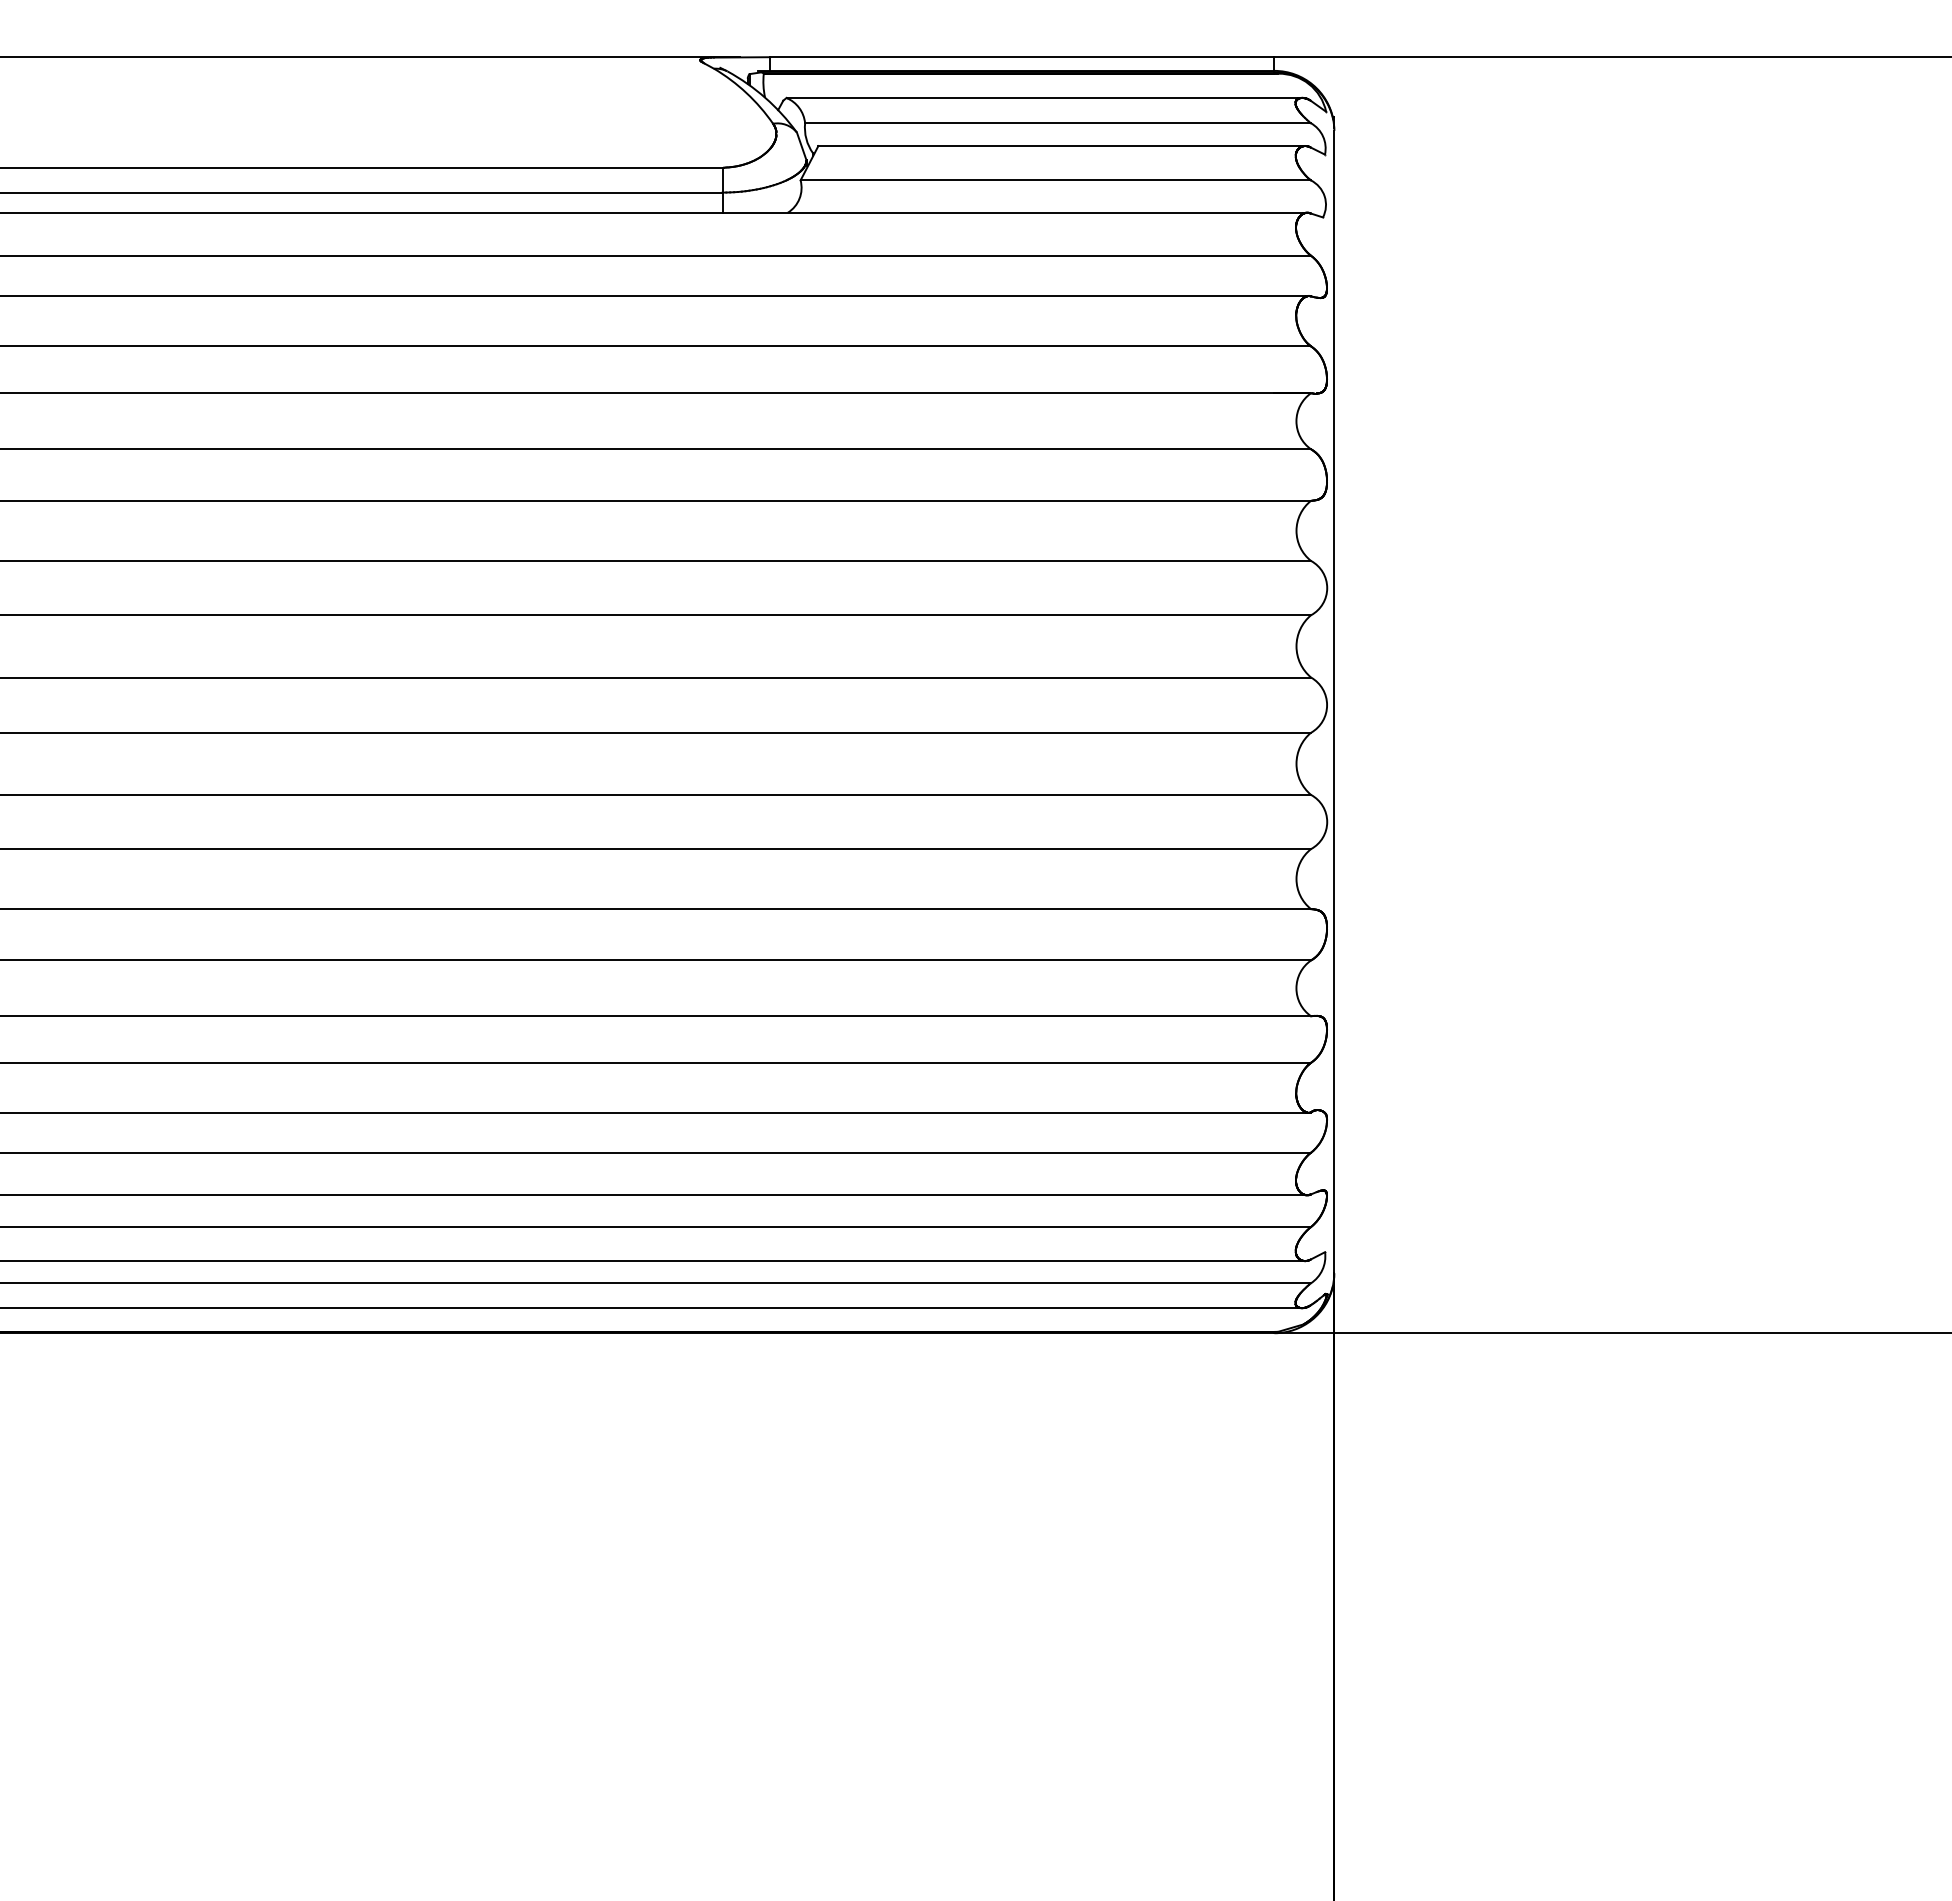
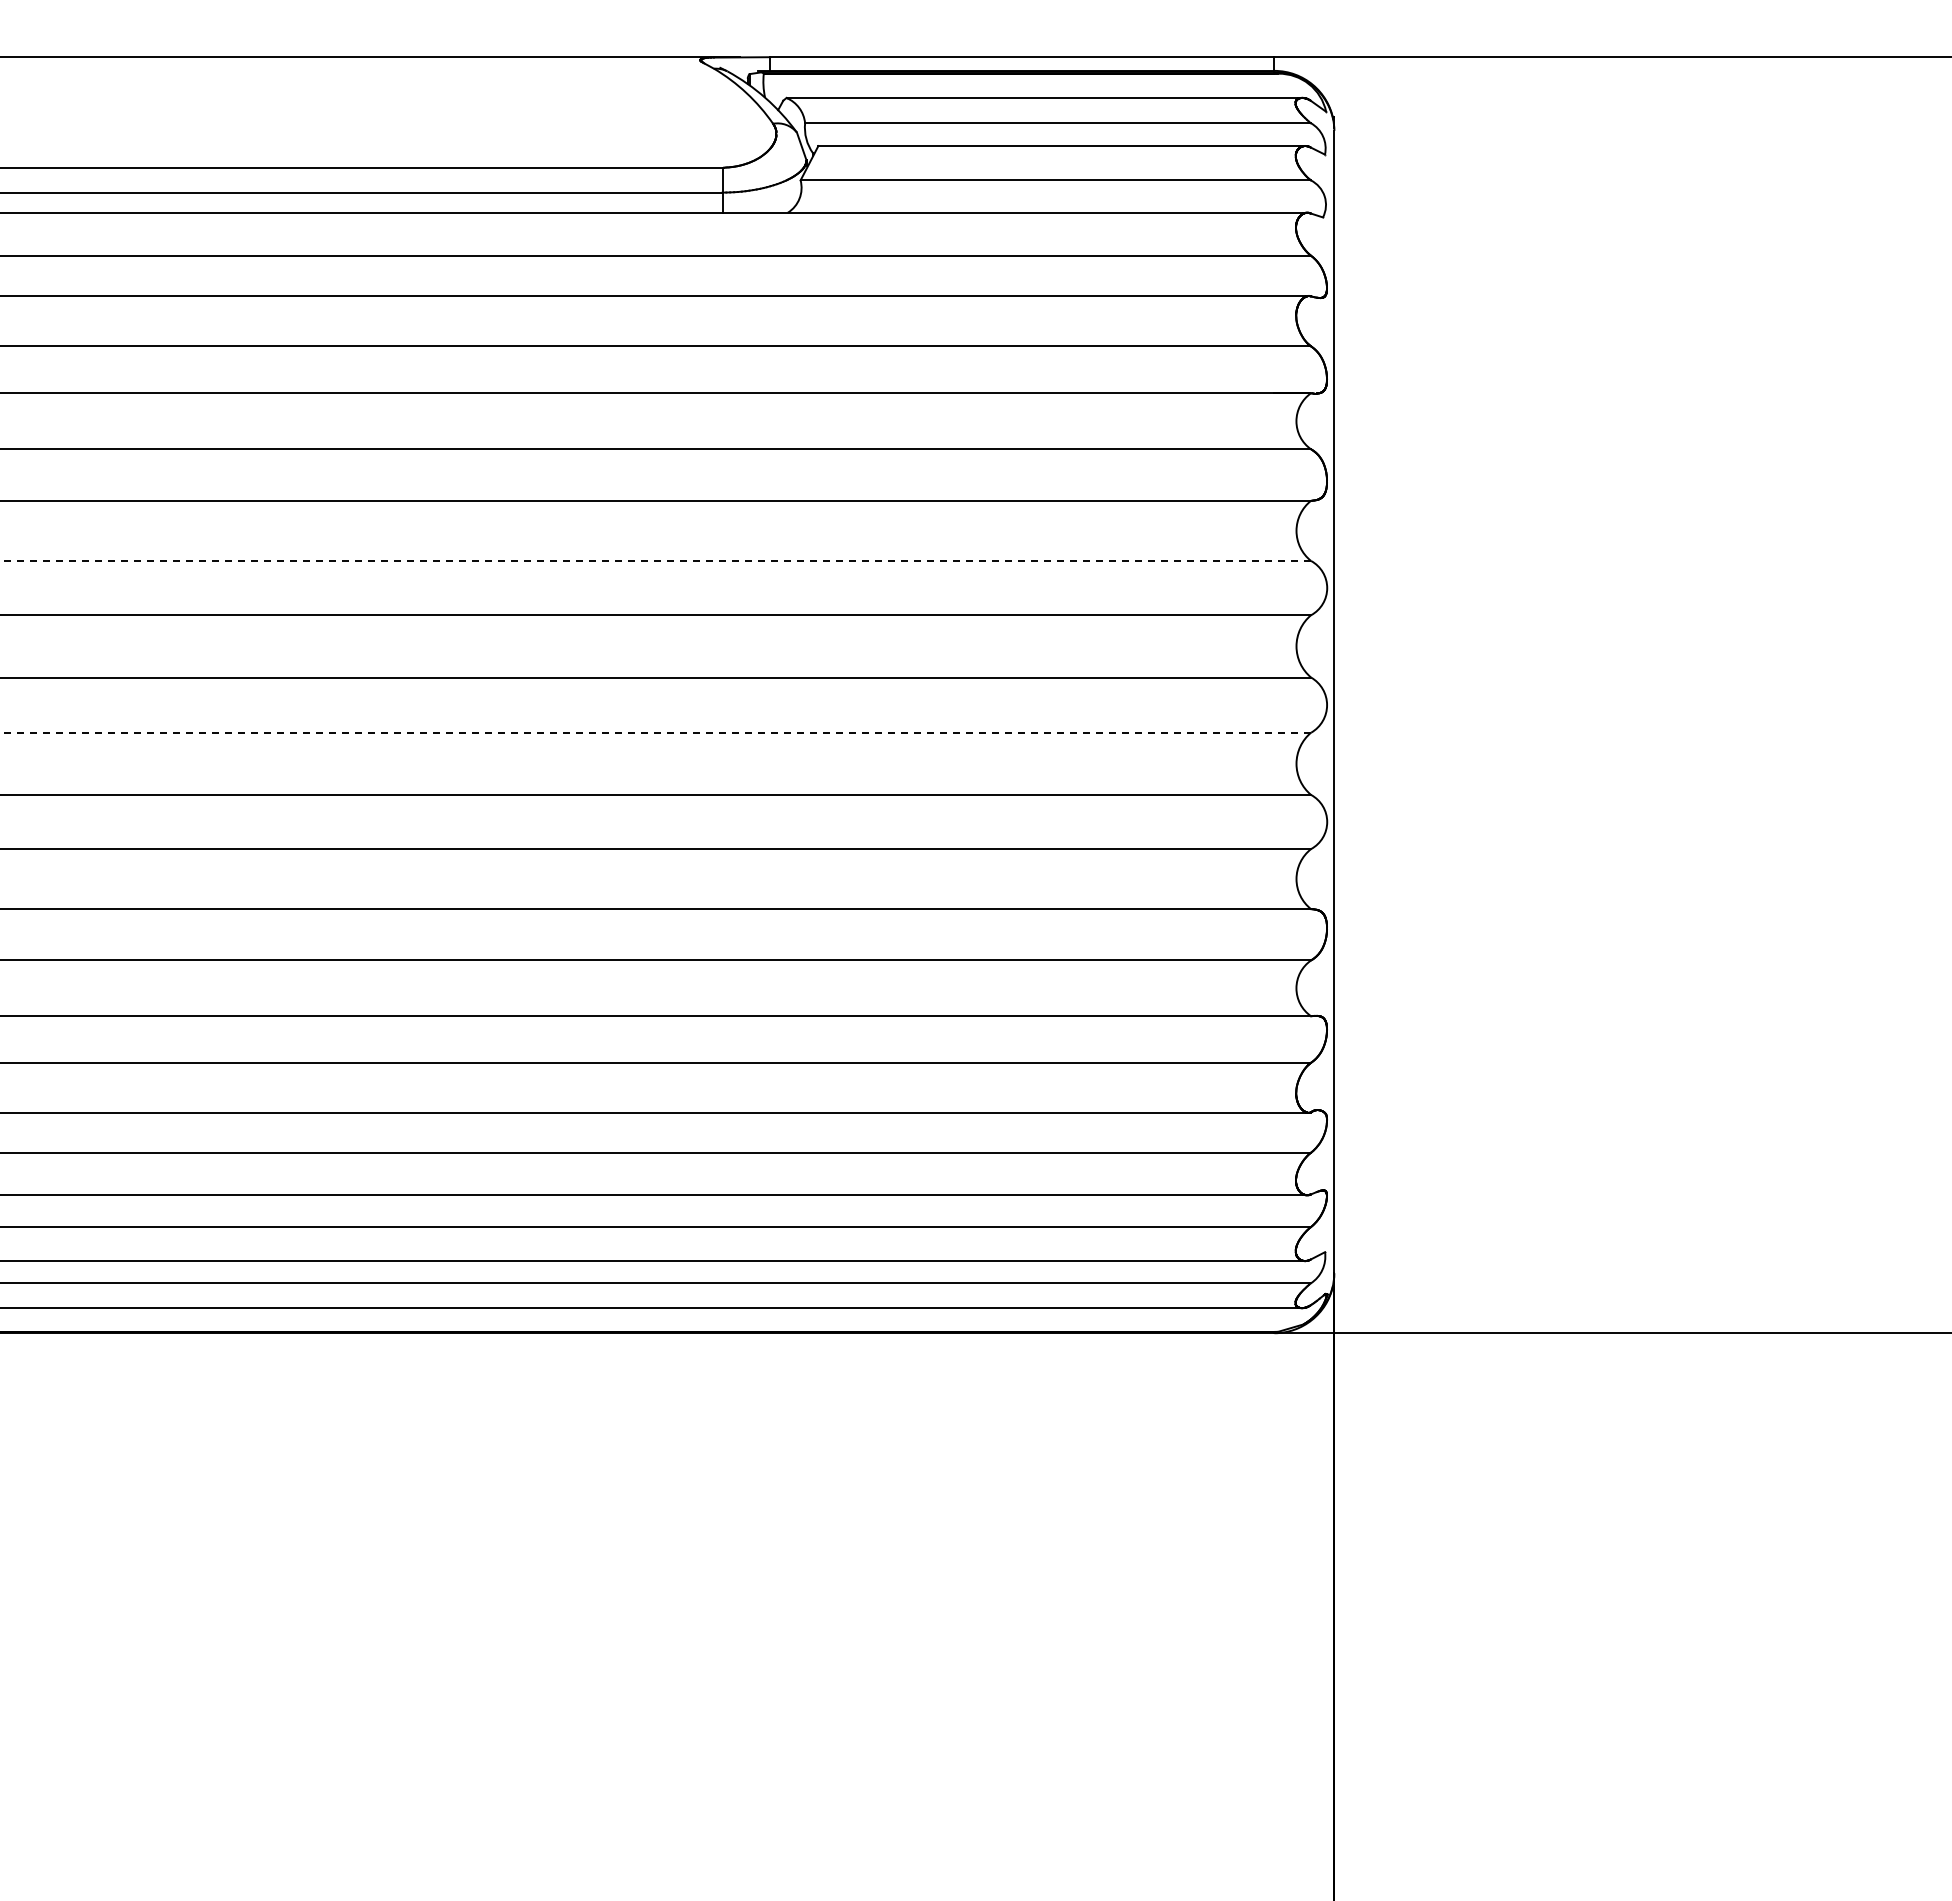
line at (656, 561): solid -> dashed
line at (656, 732): solid -> dashed
